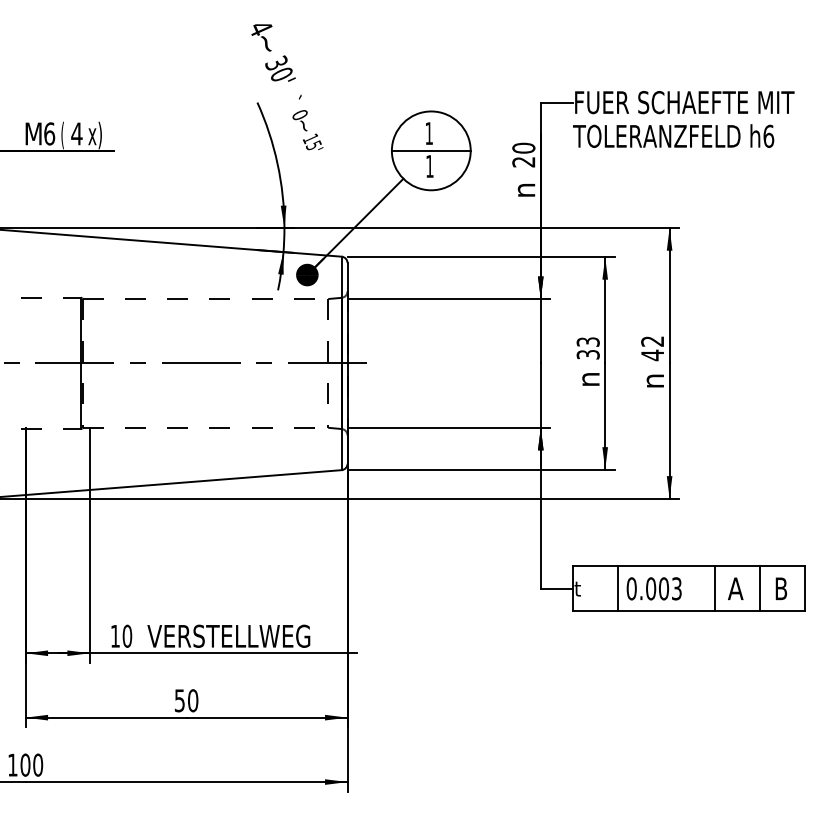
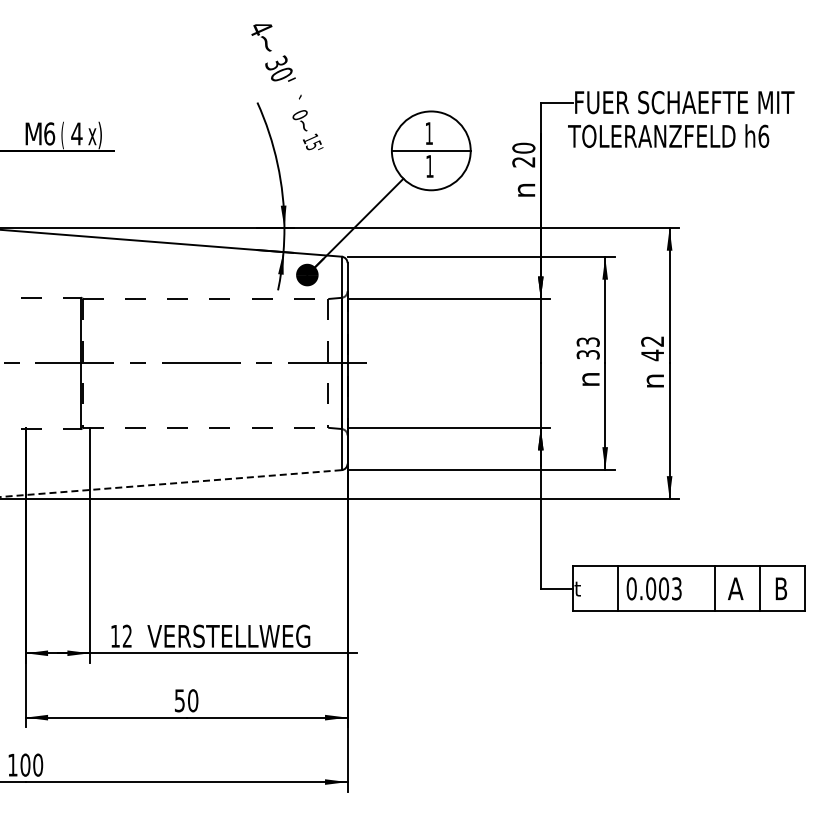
text at (673, 135) position: (673, 135) -> (668, 135)
line at (171, 483): solid -> dashed
text at (127, 635): 10 -> 12
